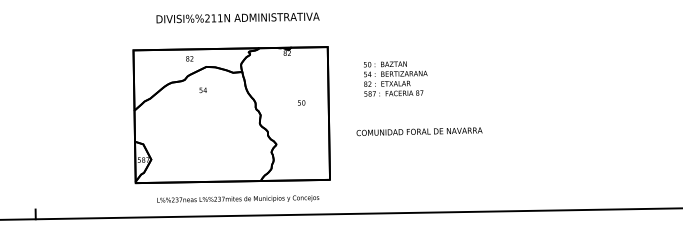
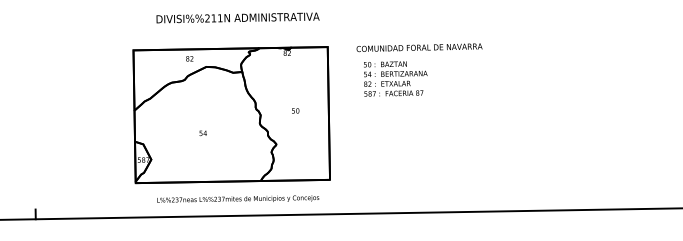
text at (202, 90) position: (202, 90) -> (202, 133)
text at (301, 102) position: (301, 102) -> (295, 110)
text at (419, 131) position: (419, 131) -> (419, 47)
